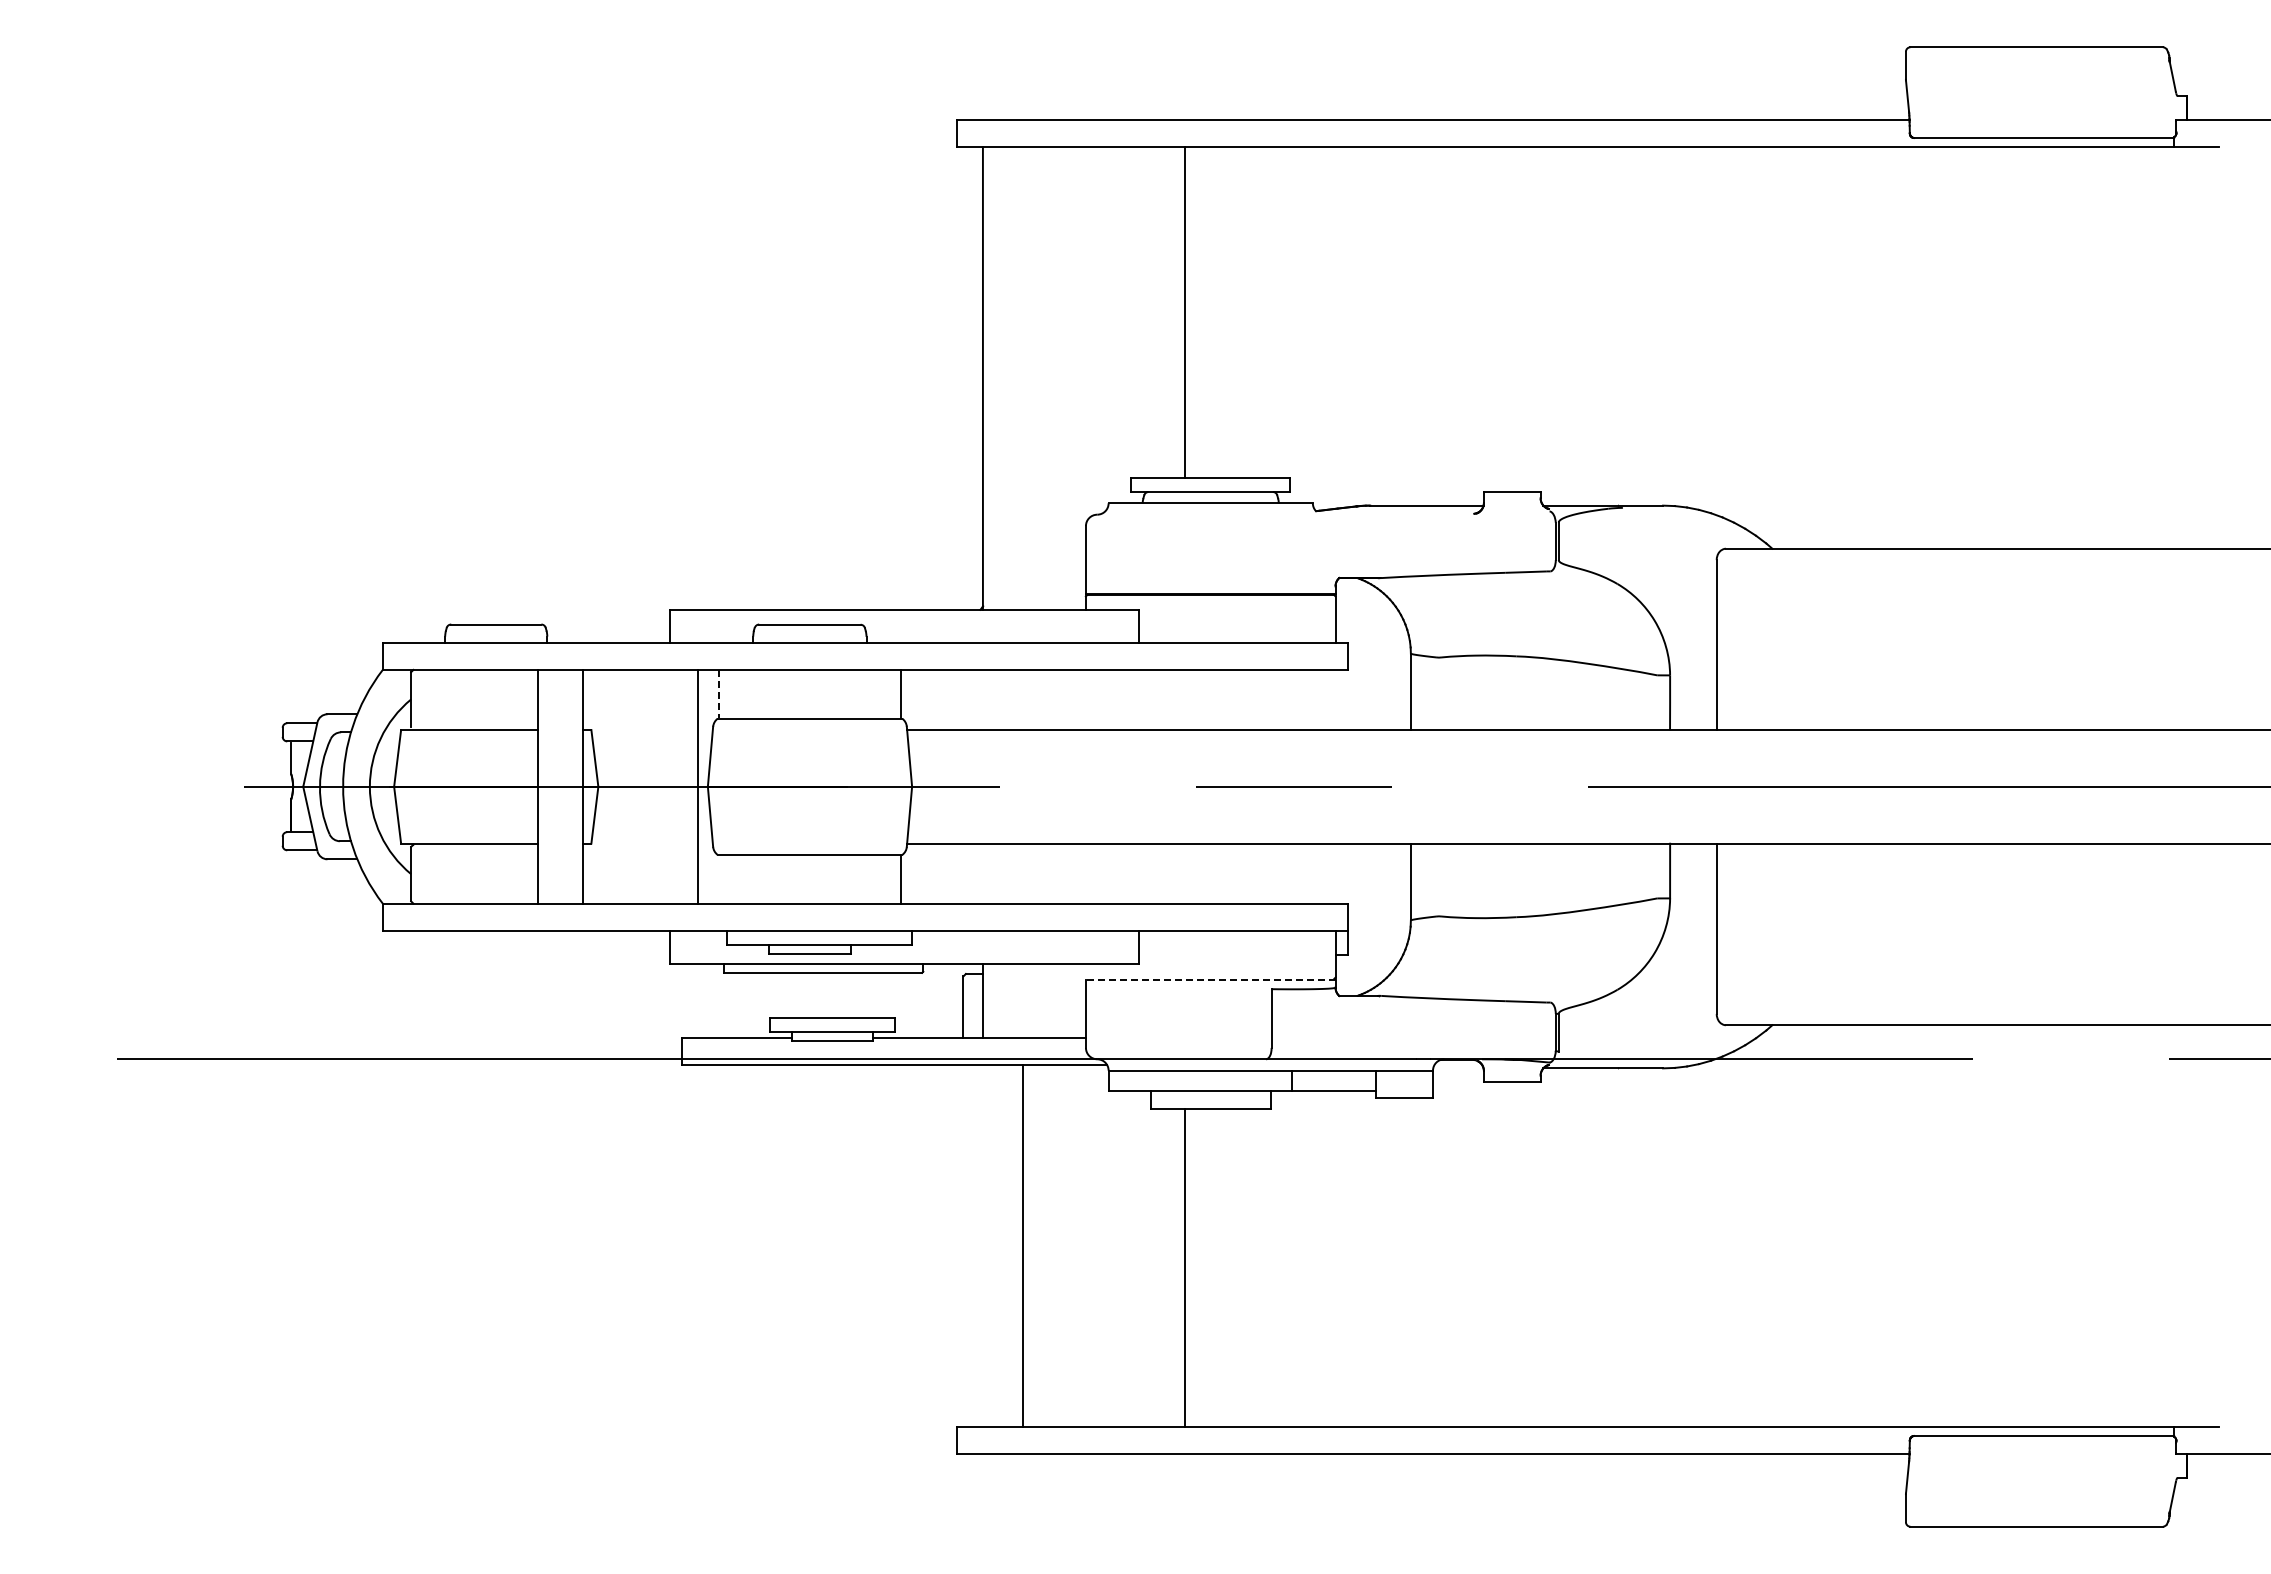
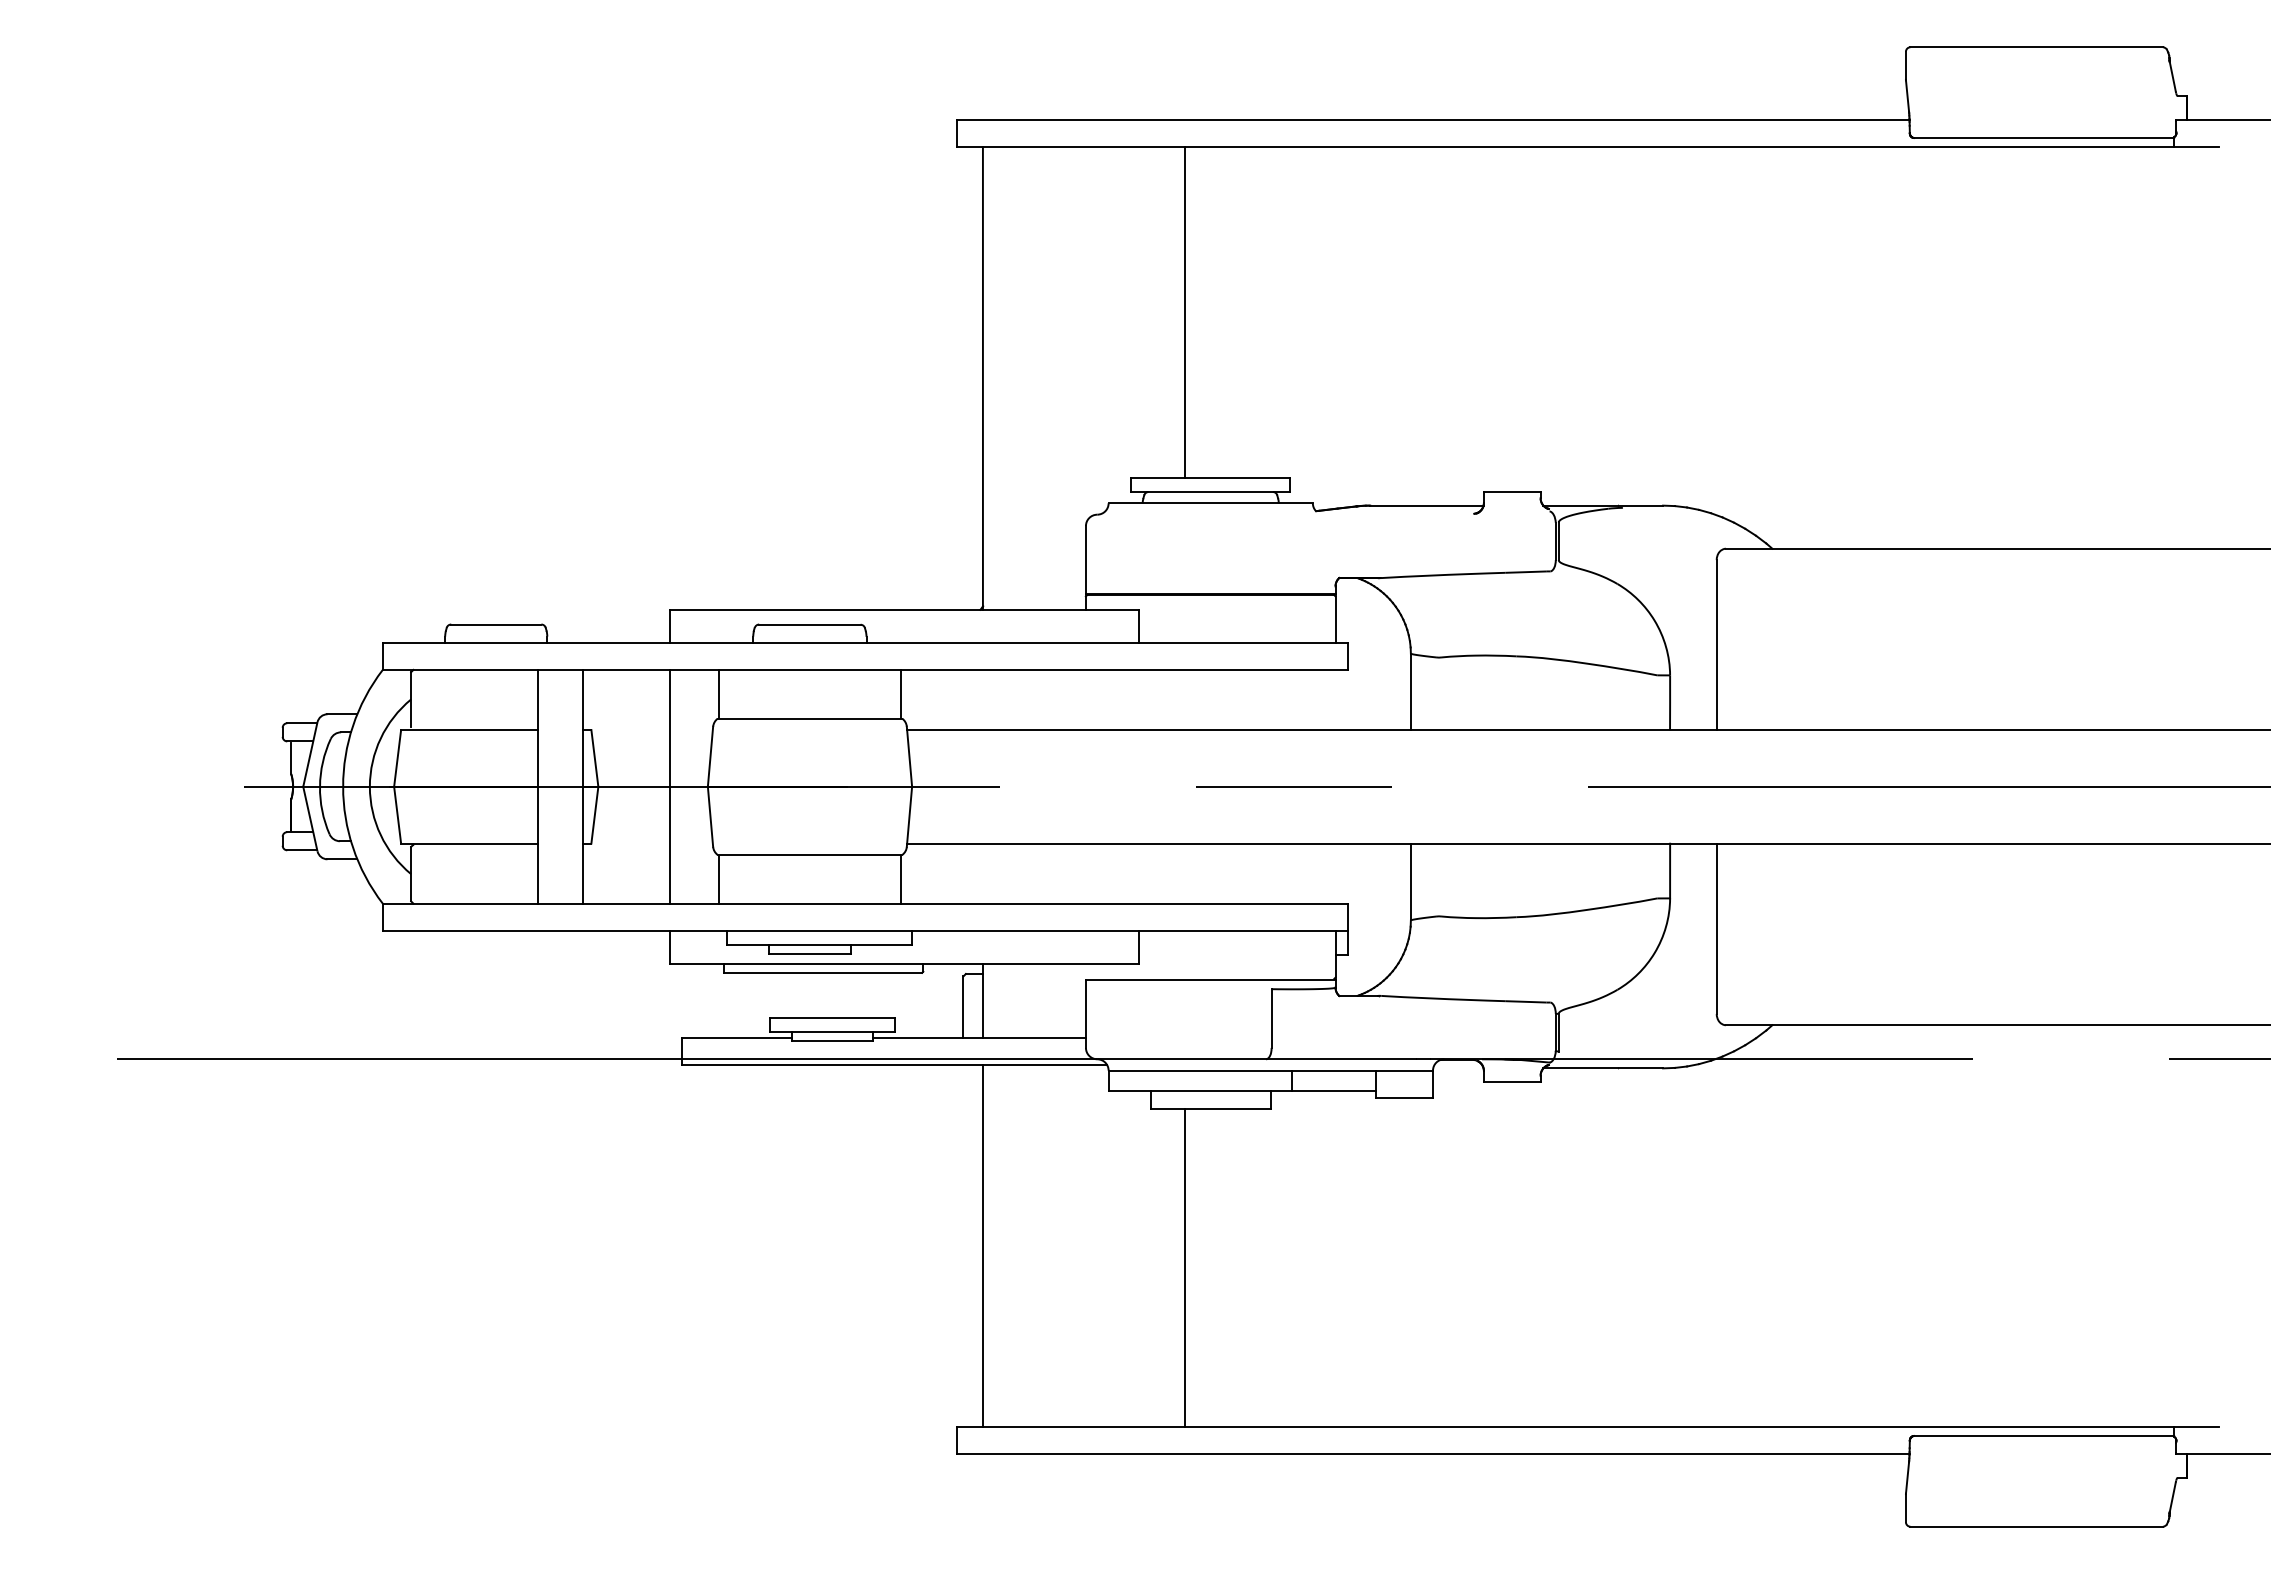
line at (719, 693): dashed -> solid
line at (698, 786) position: (698, 786) -> (670, 786)
line at (719, 879): none -> present
line at (1210, 979): dashed -> solid
line at (1022, 1245) position: (1022, 1245) -> (982, 1245)
